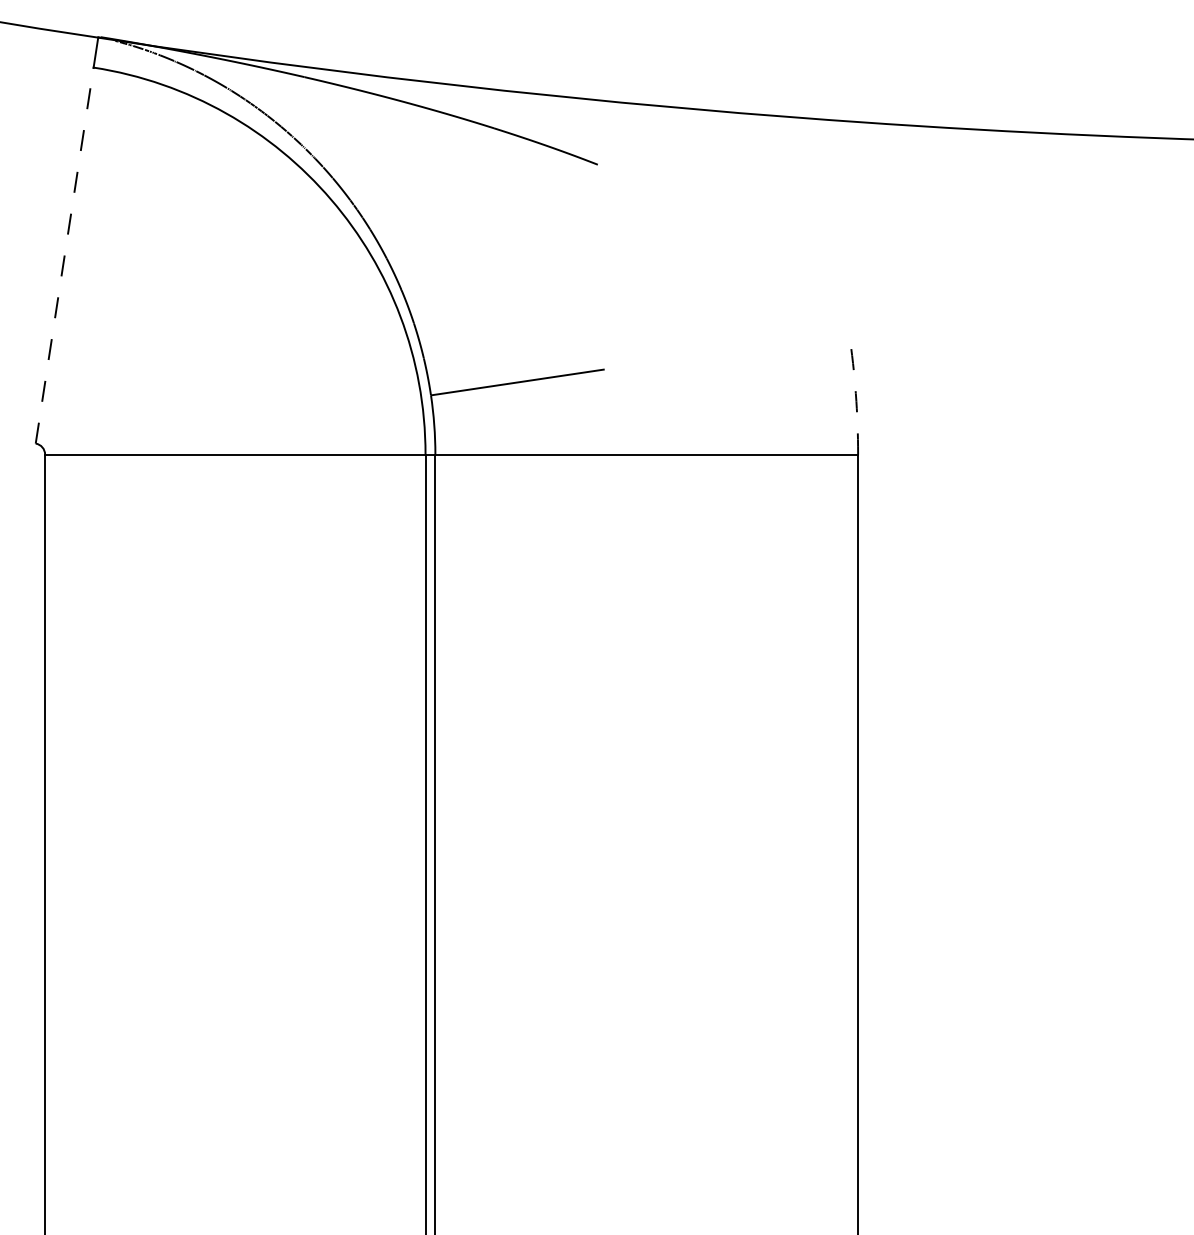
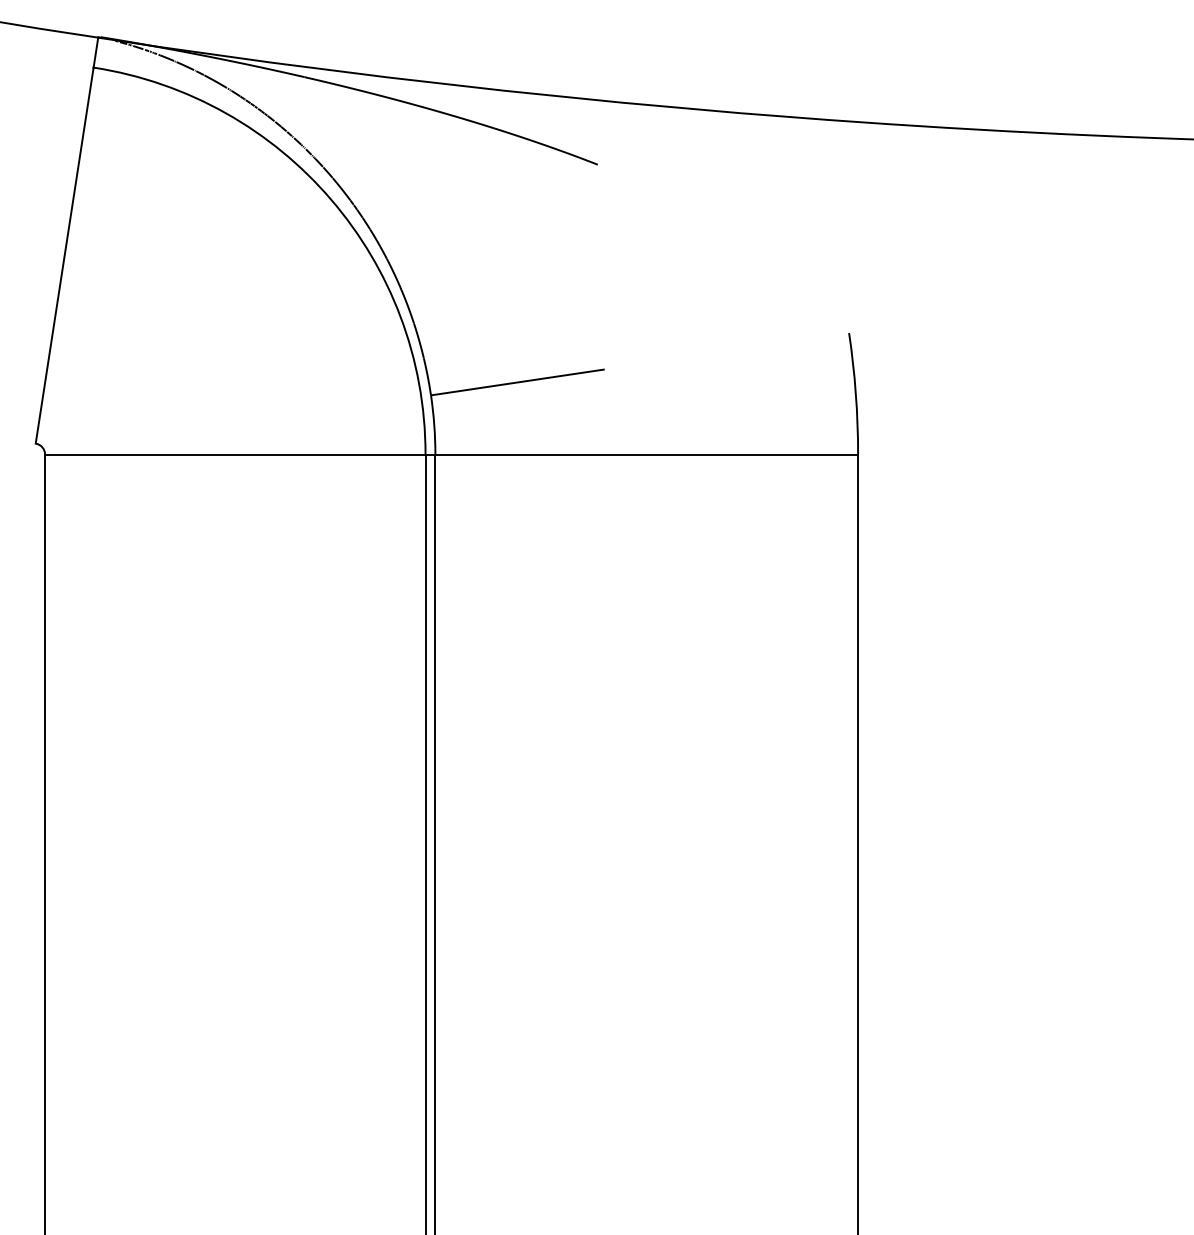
line at (64, 255): dashed -> solid
arc at (855, 393): dashed -> solid
